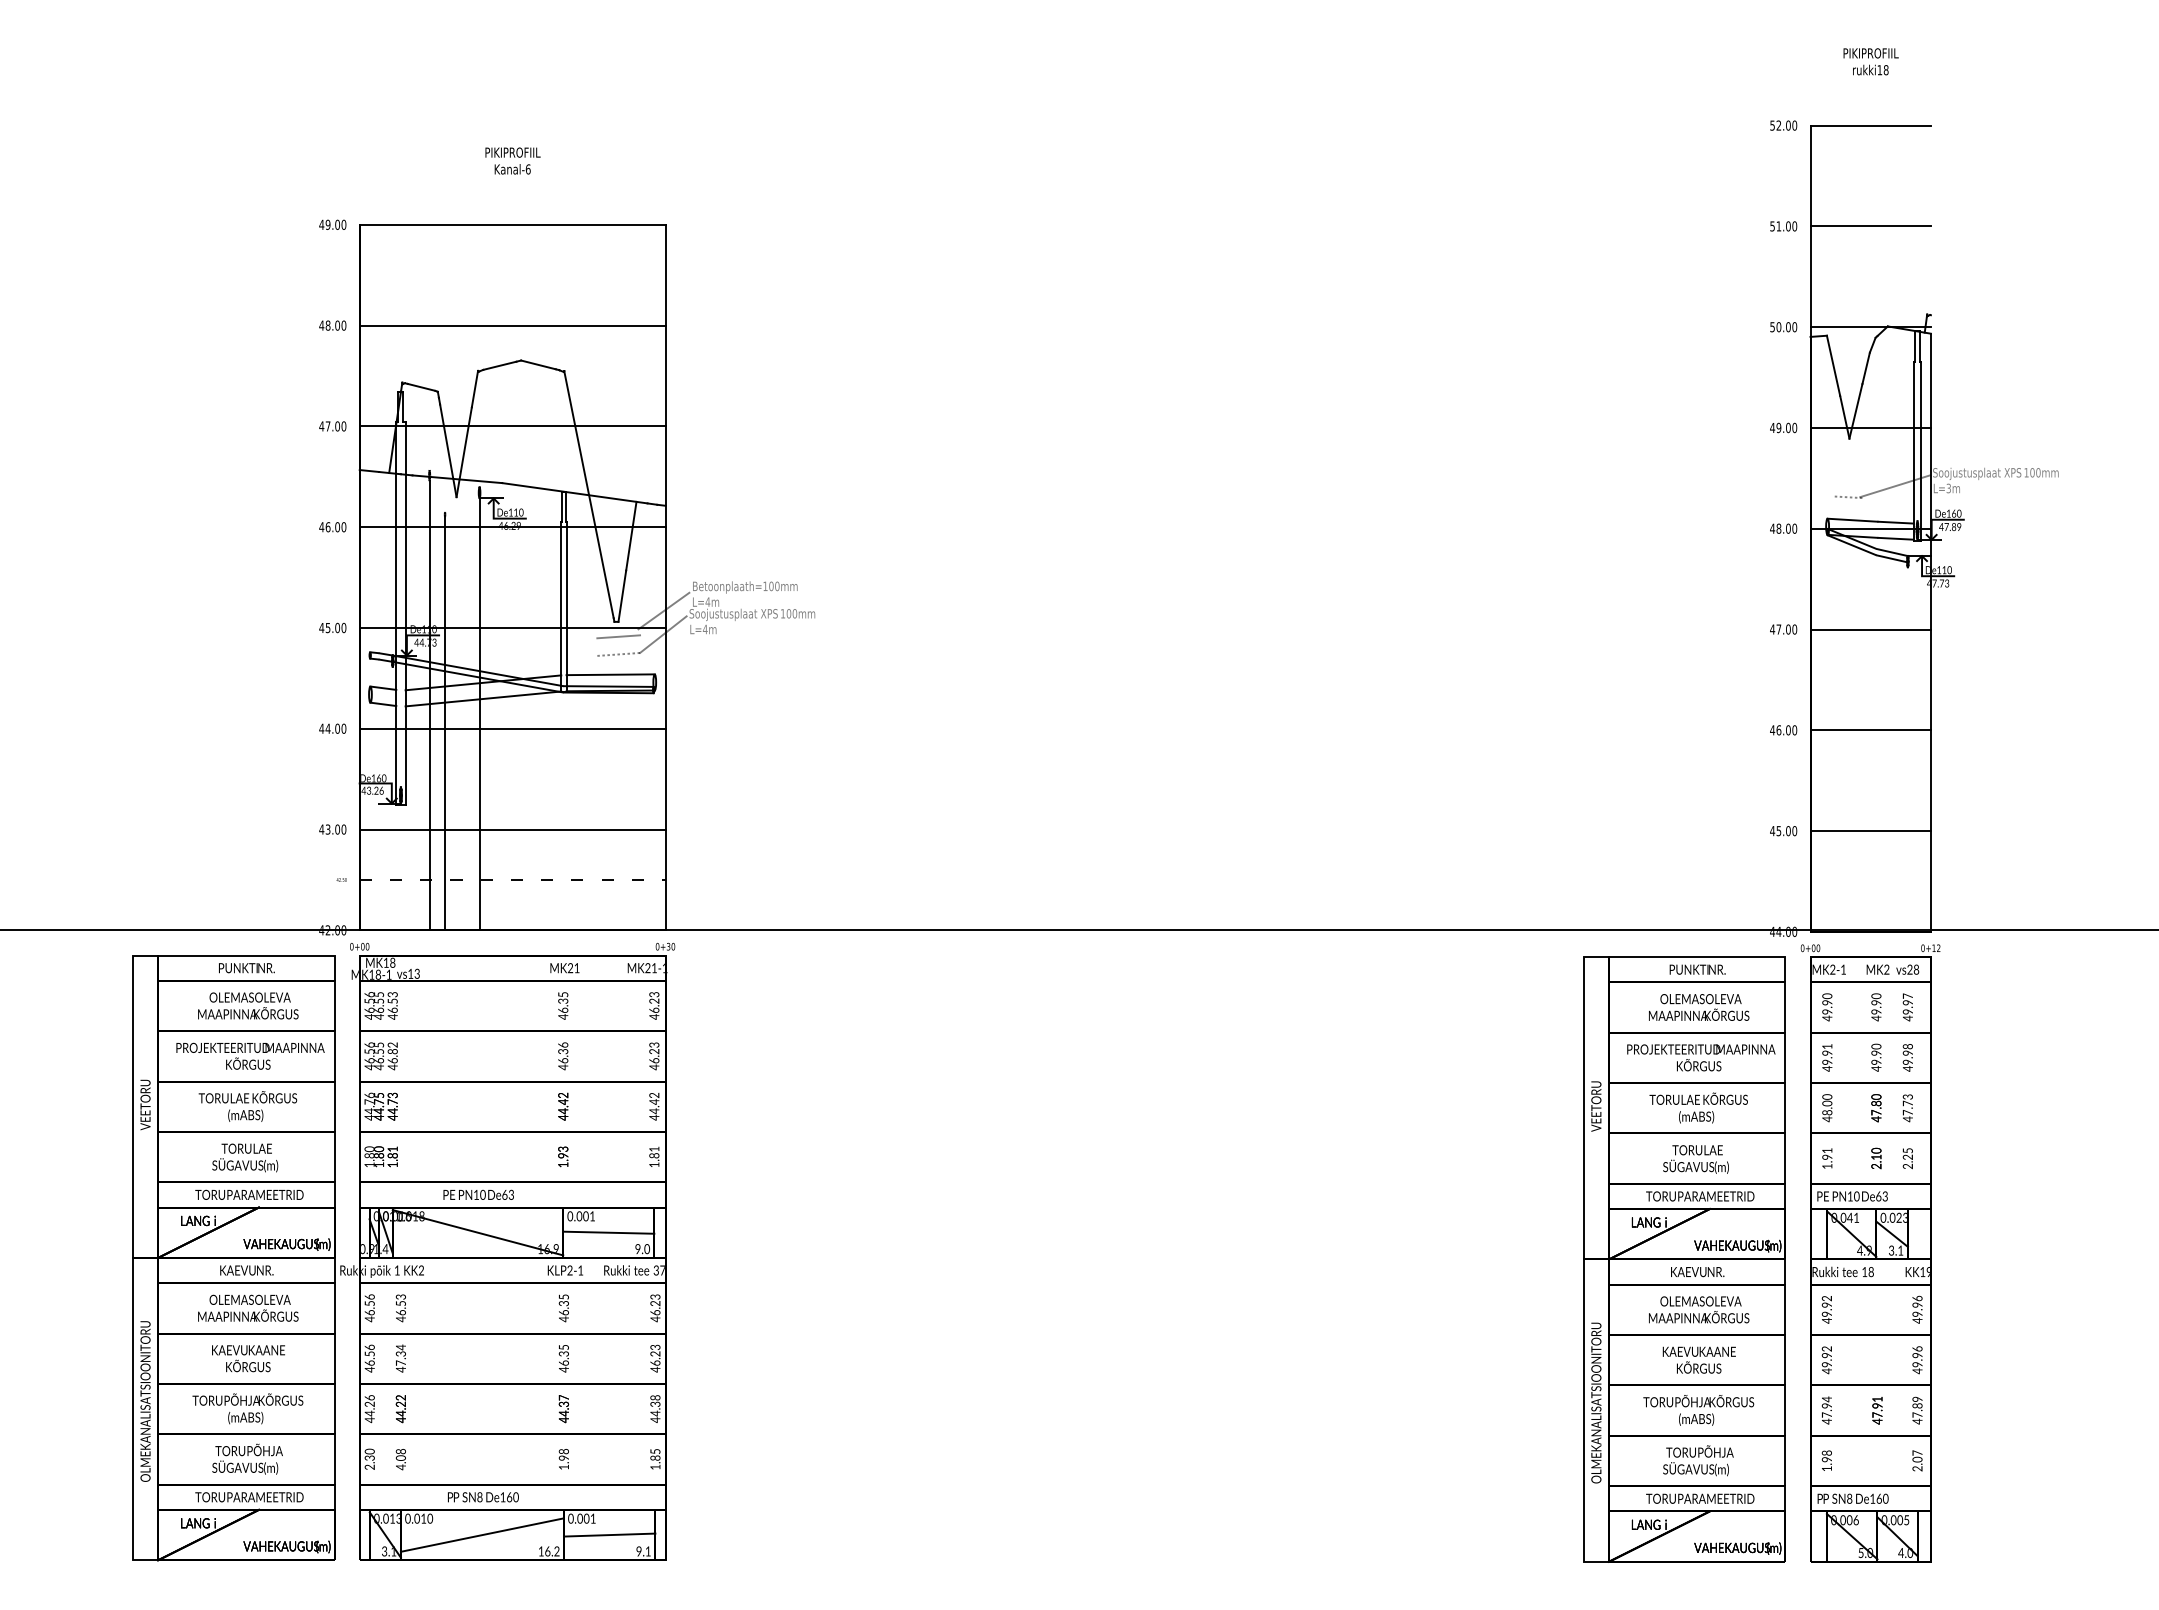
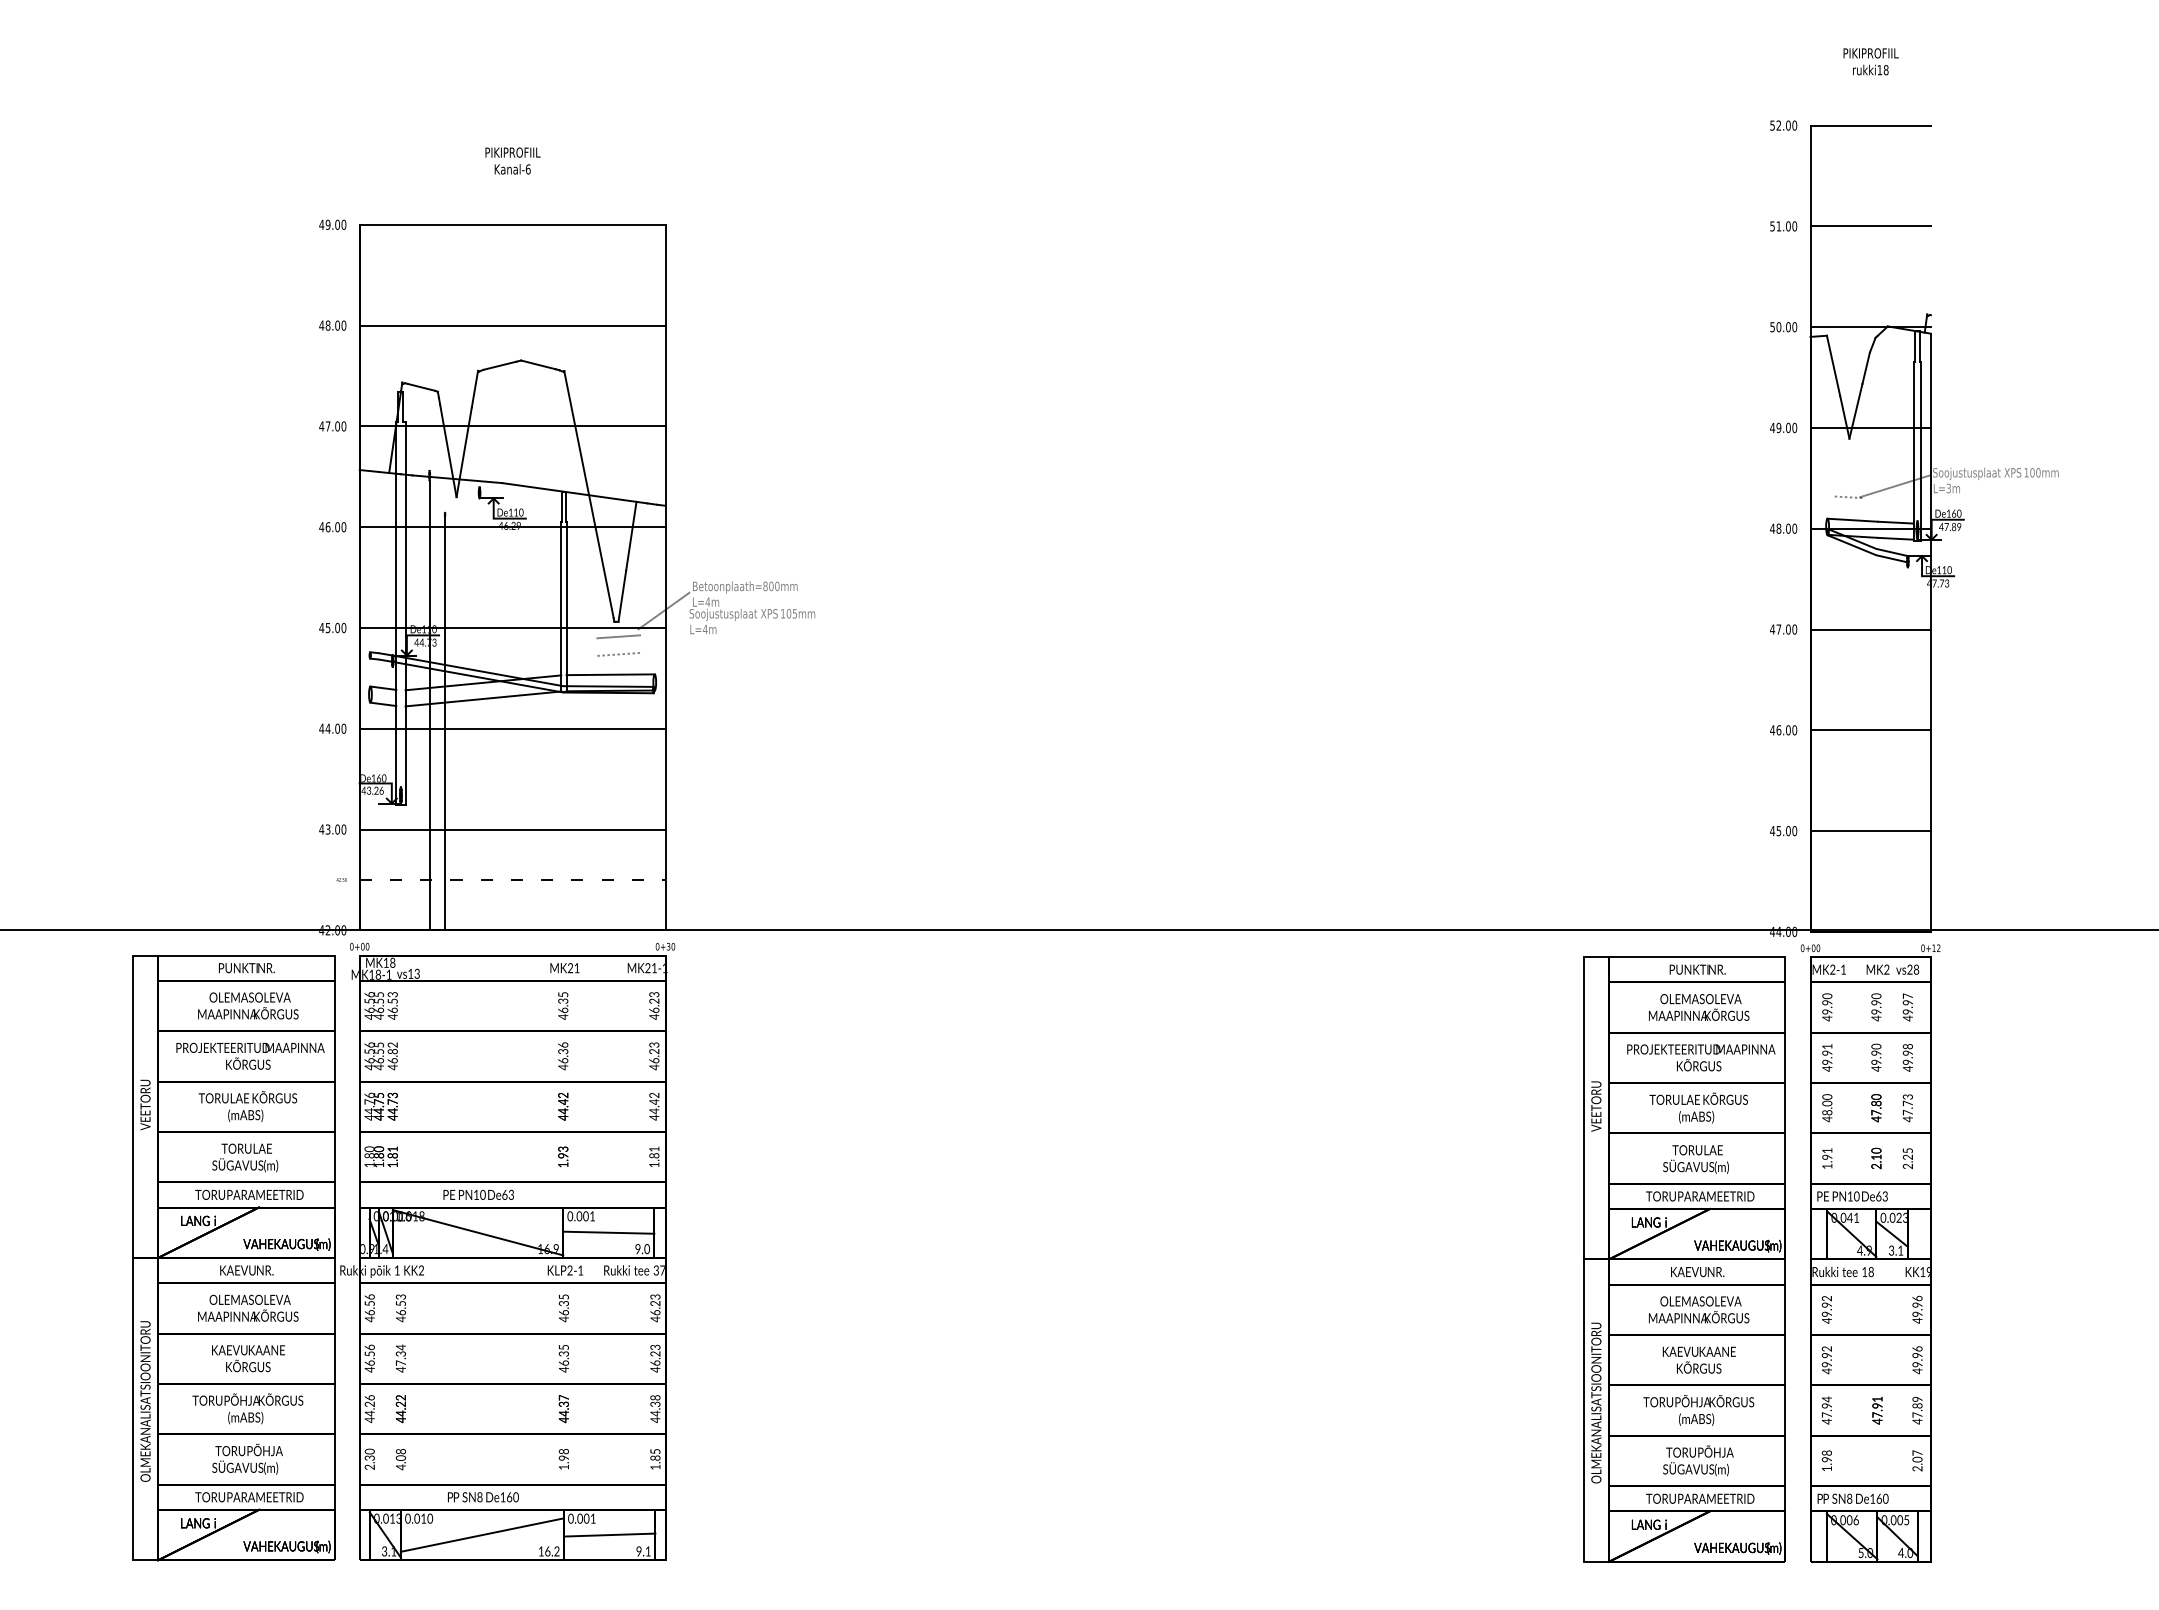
text at (765, 586): h=100mm -> h=800mm
text at (794, 613): 100mm -> 105mm
line at (663, 634): present -> none
line at (479, 714): present -> none
